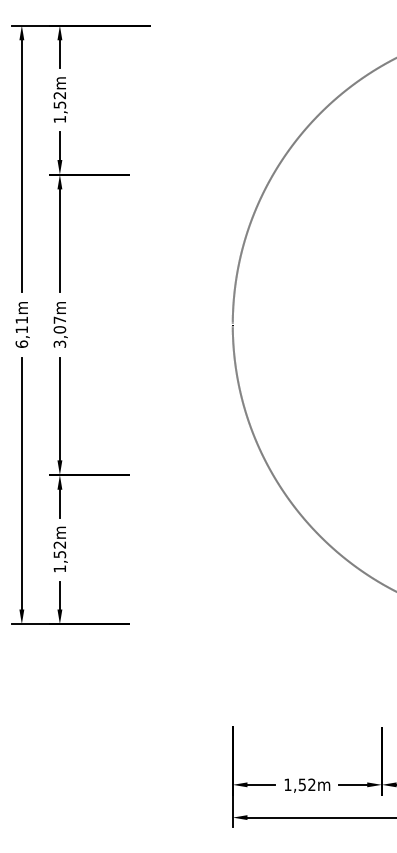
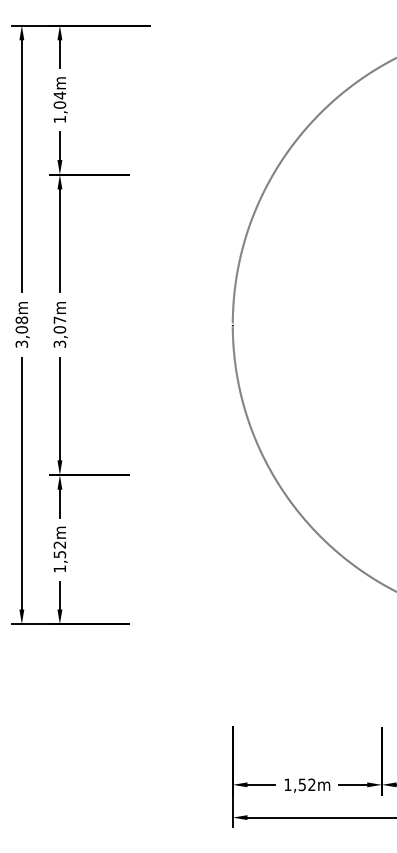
text at (59, 99): 1,52m -> 1,04m
text at (21, 331): 6,11m -> 3,08m
